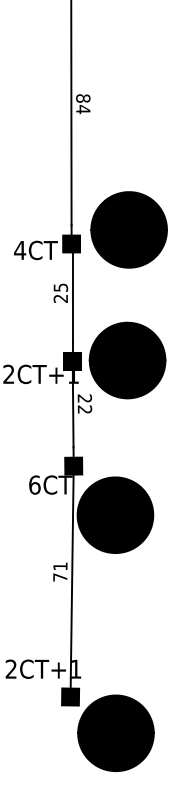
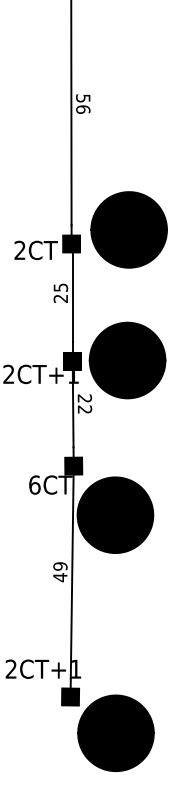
text at (83, 104): 84 -> 56
text at (20, 249): 4CT -> 2CT
text at (60, 572): 71 -> 49
